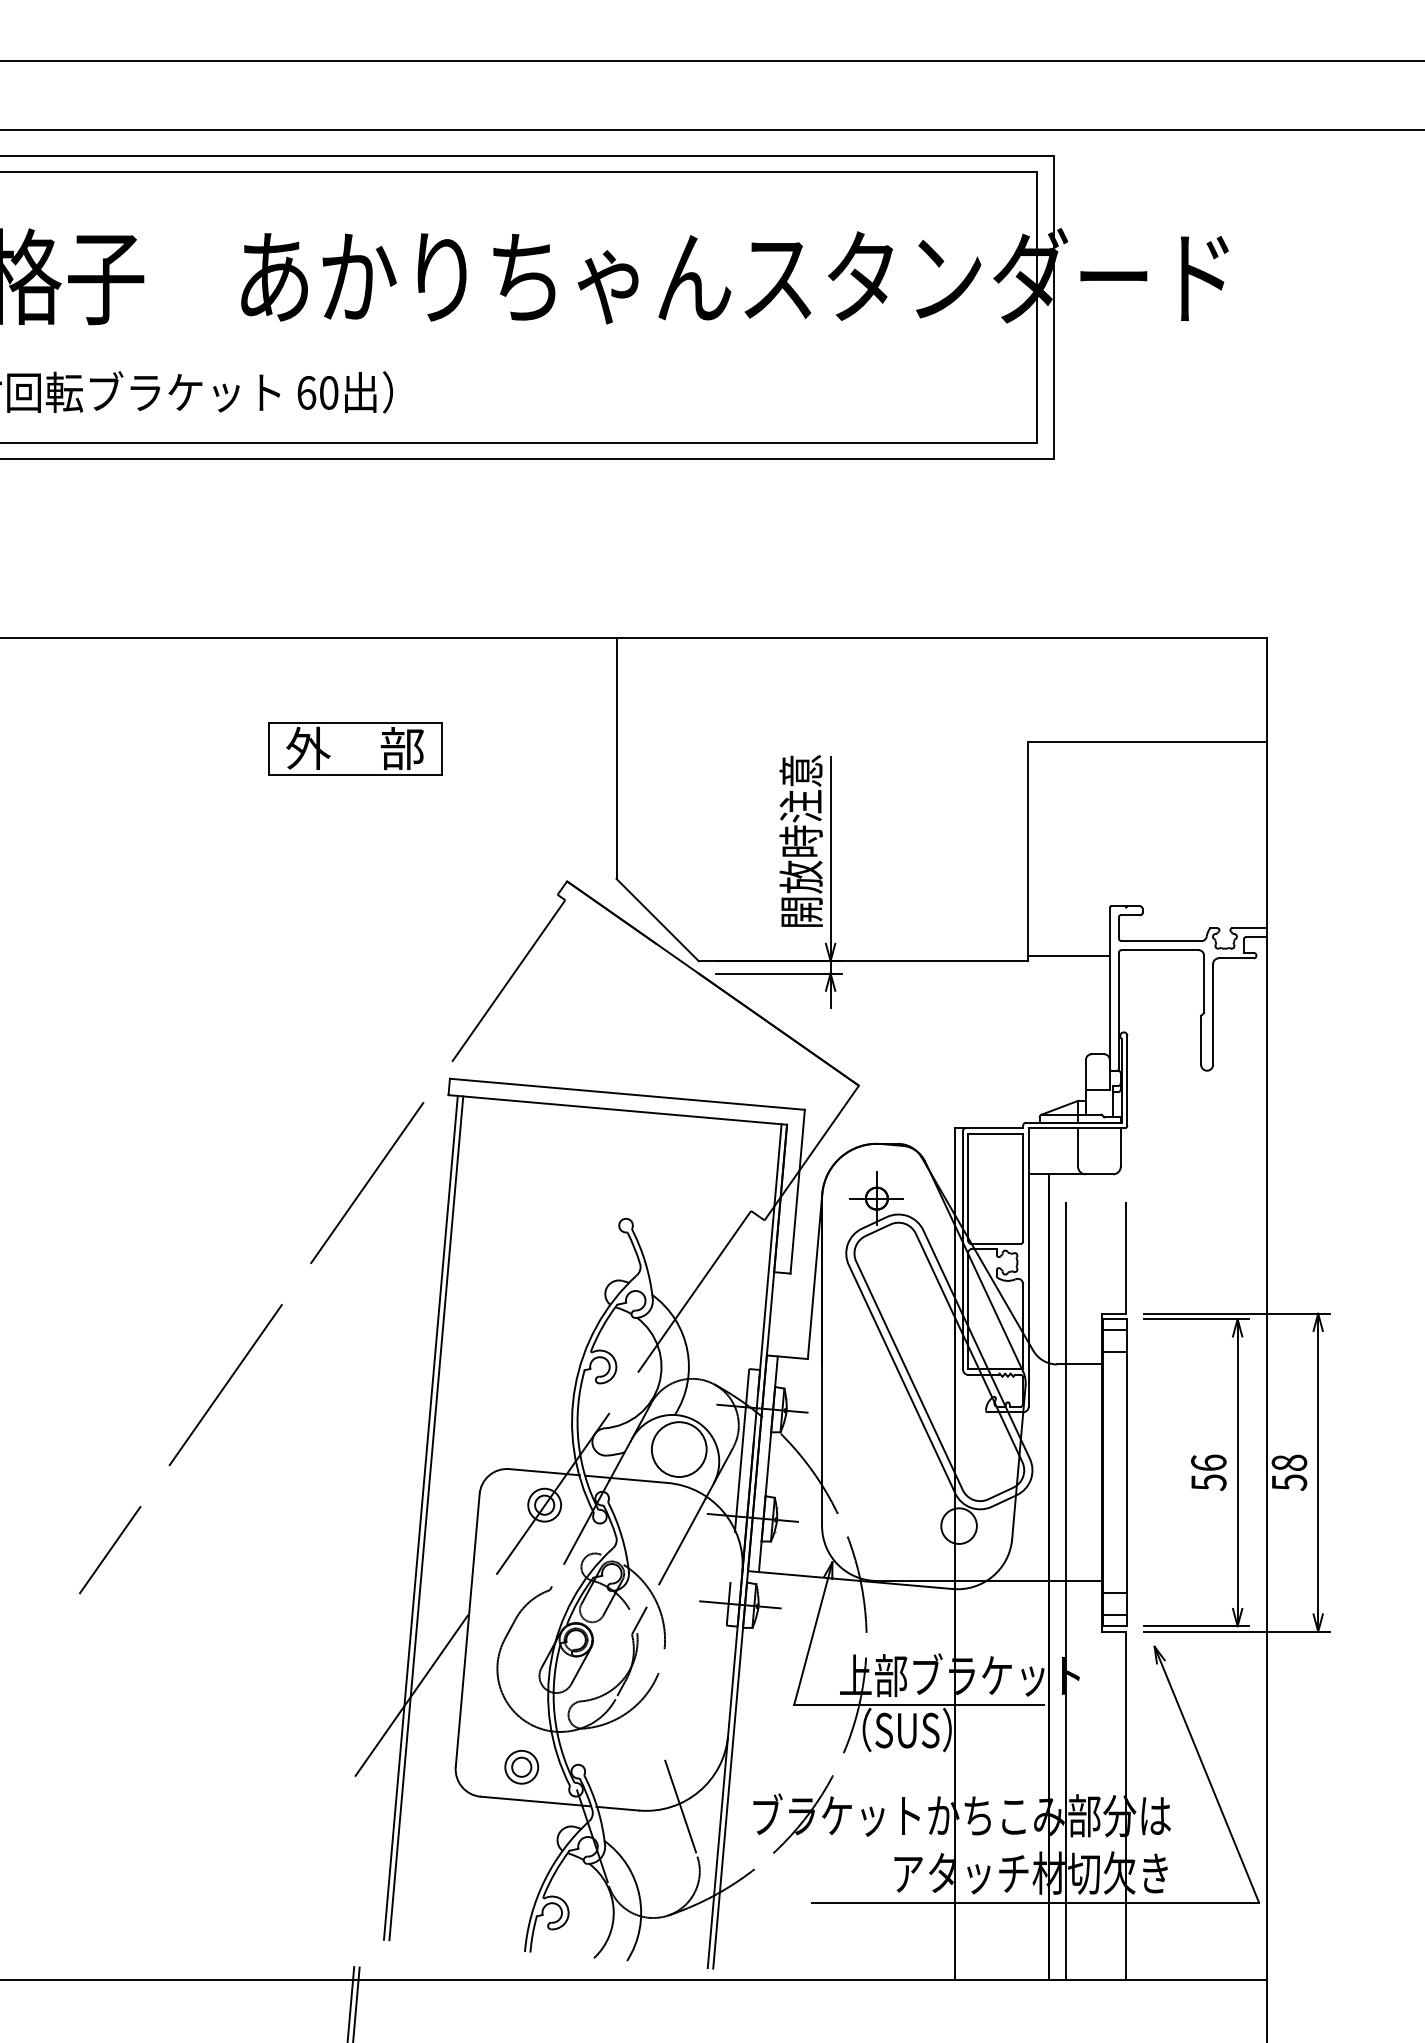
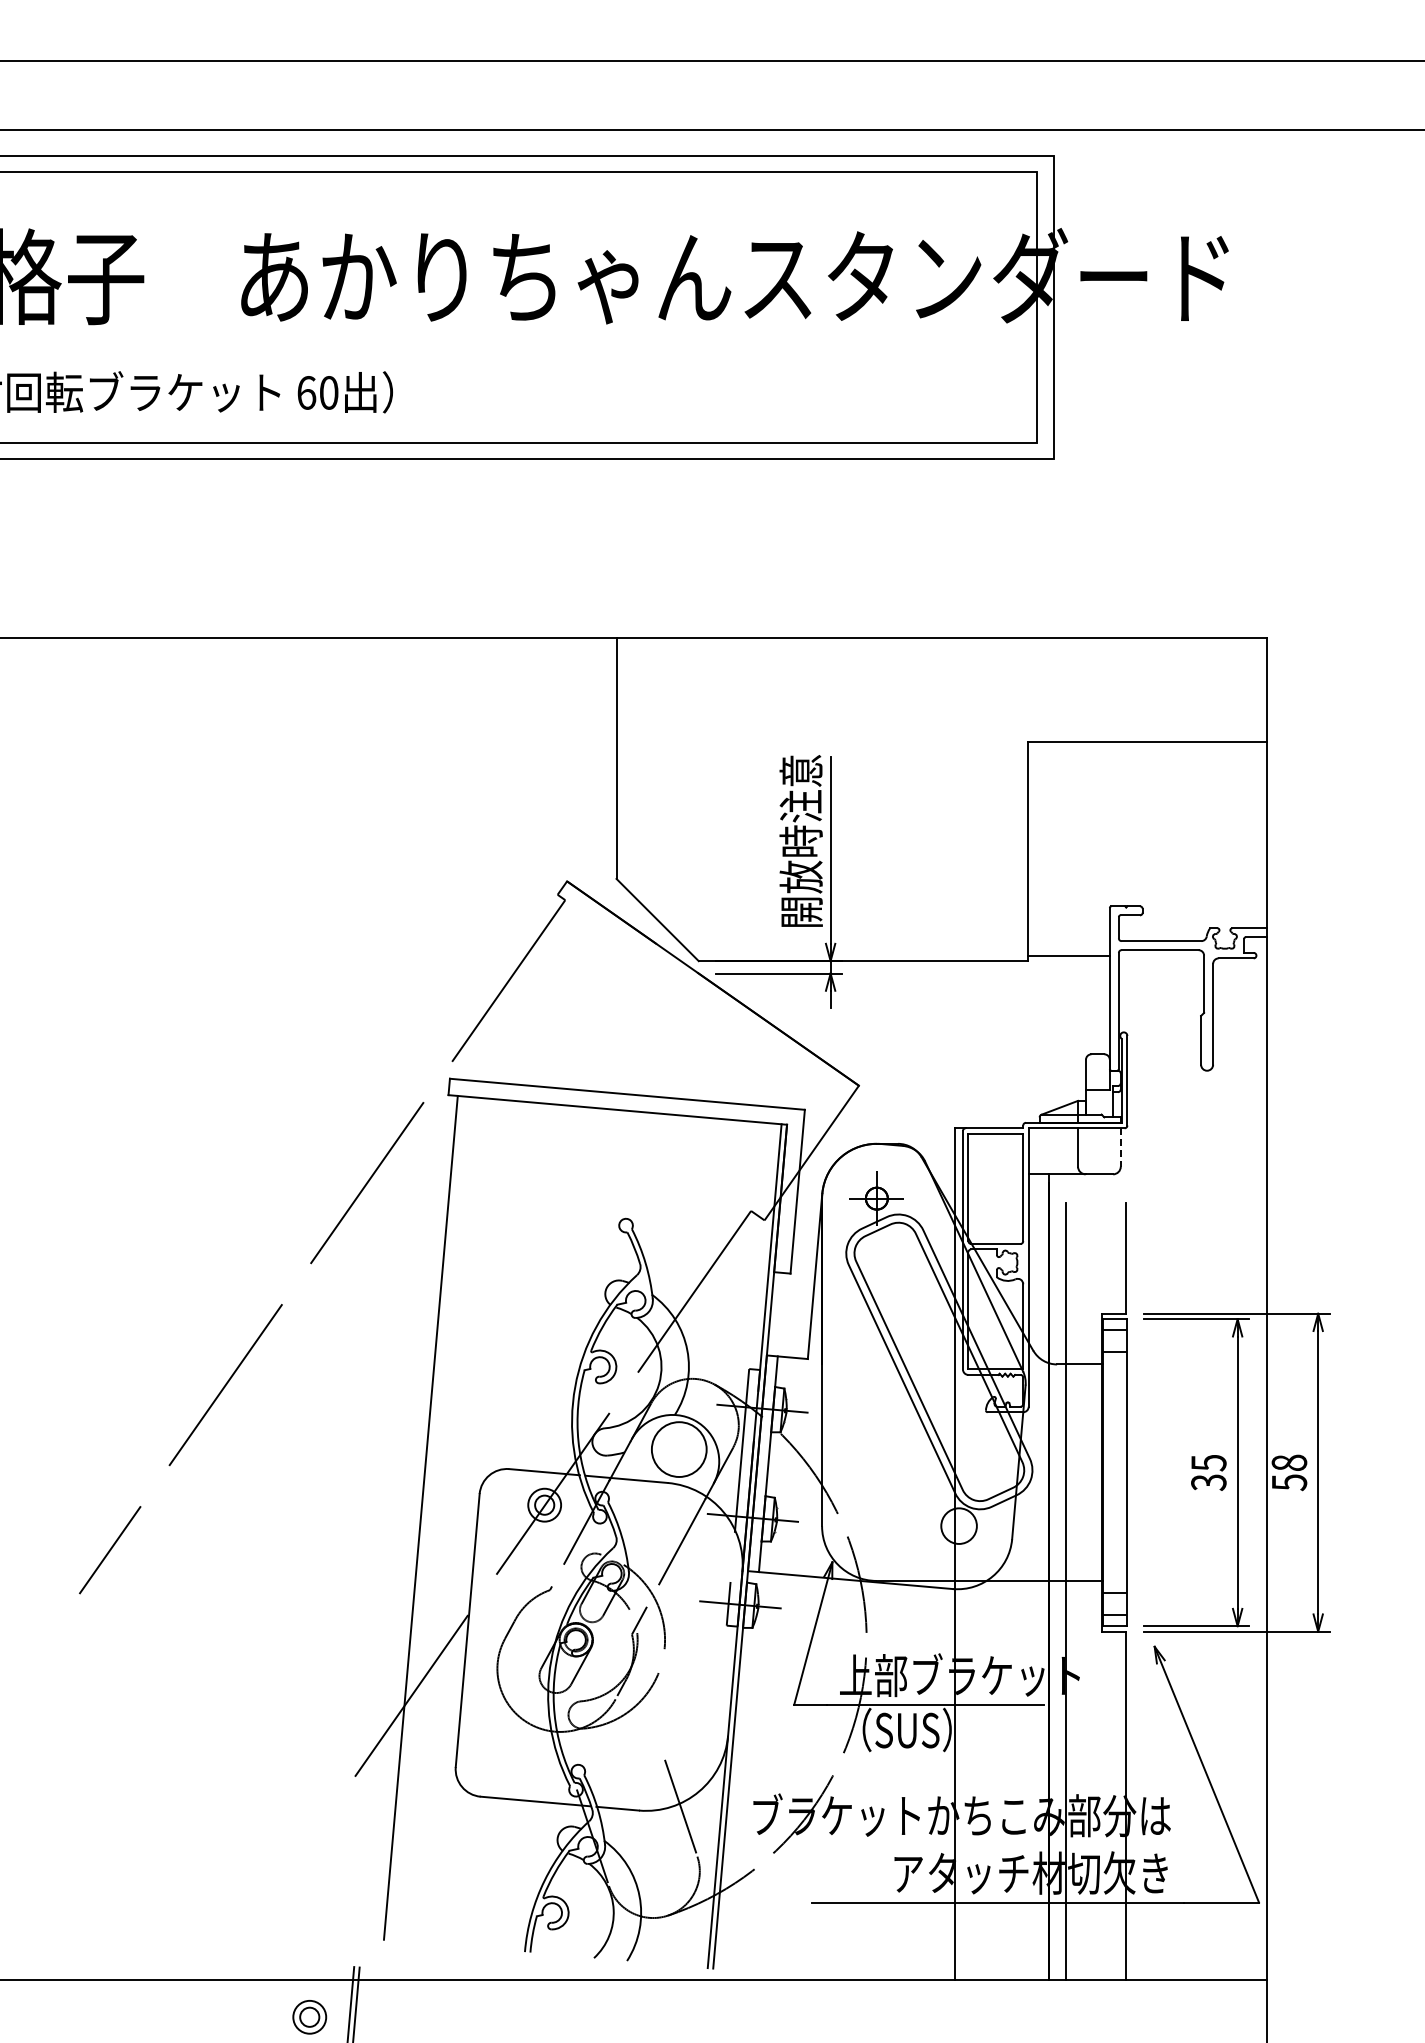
part at (355, 748): present -> none
line at (1120, 1147): solid -> dashed
text at (1208, 1472): 56 -> 35
line at (426, 1518): present -> none
part at (521, 1767) position: (521, 1767) -> (309, 2017)
